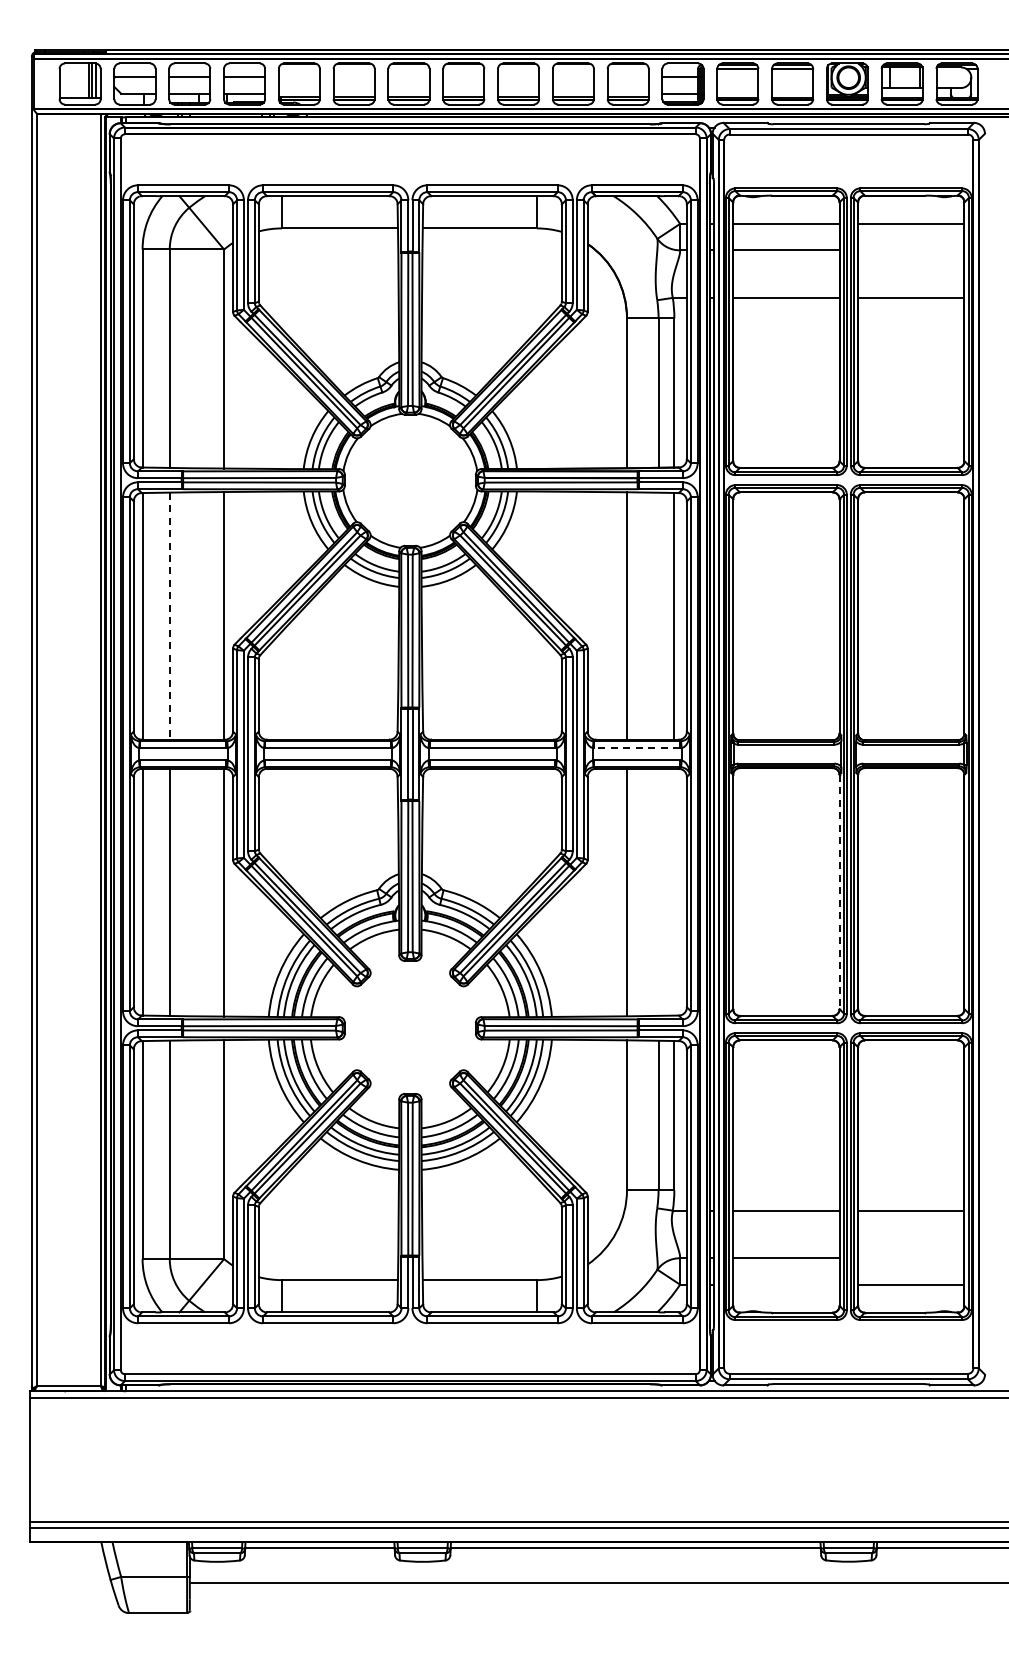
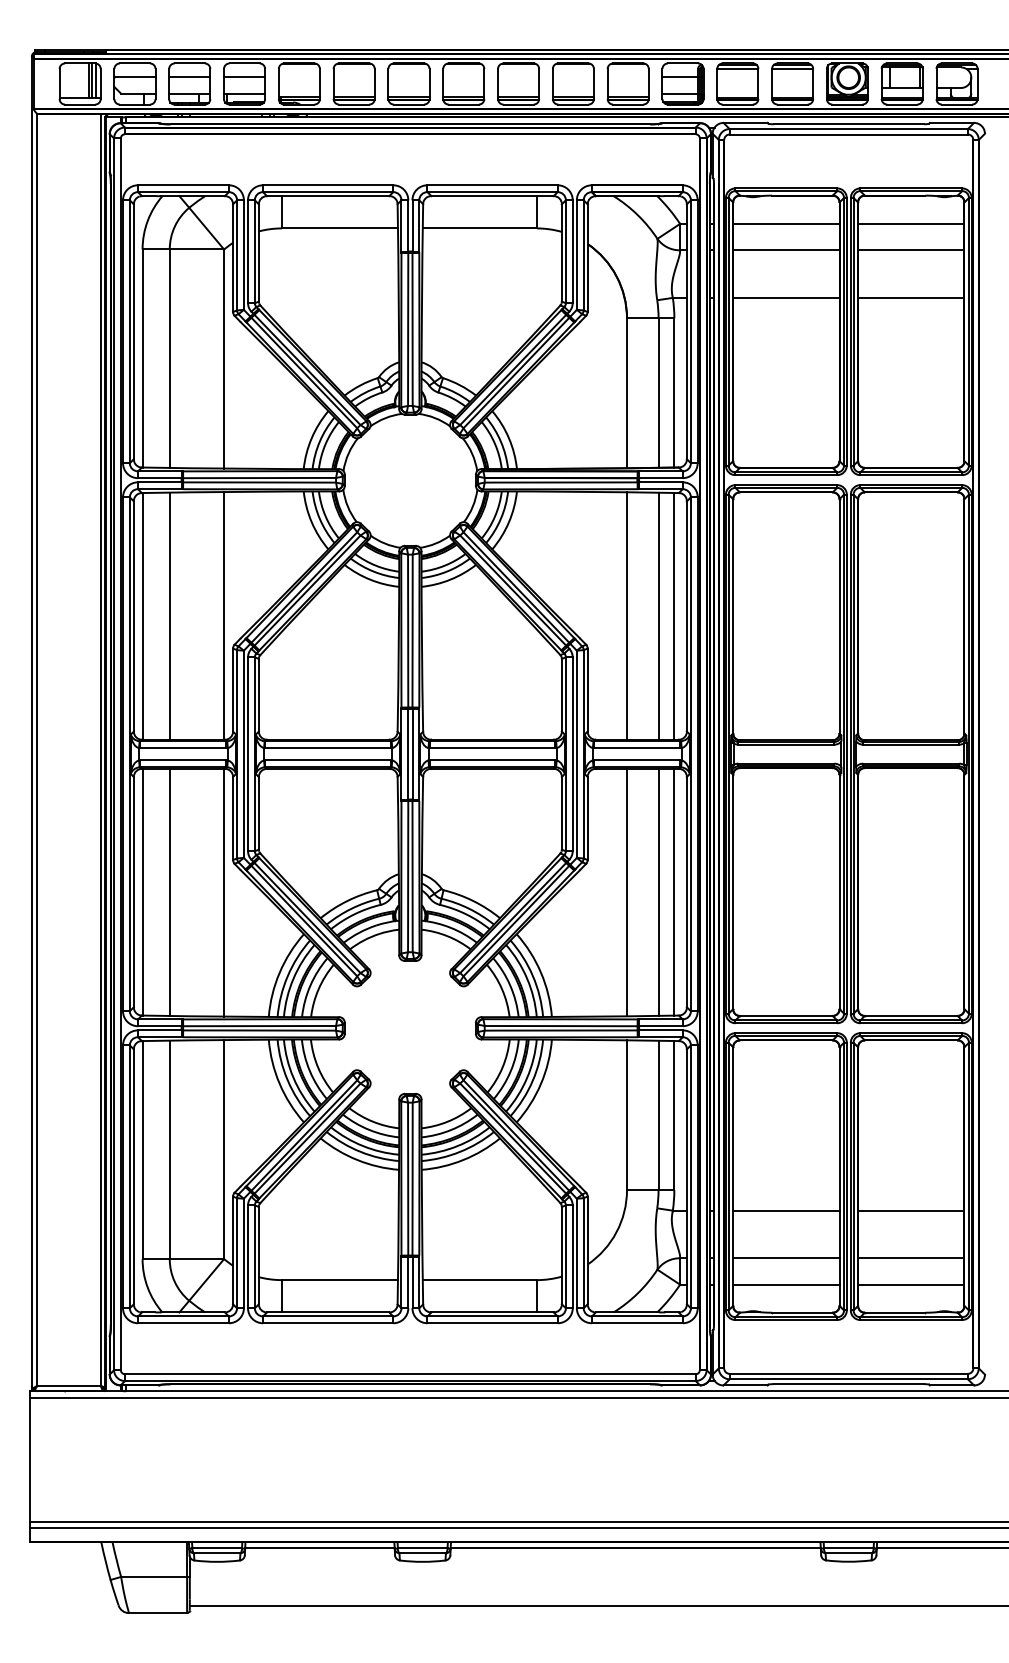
line at (911, 250): none -> present
line at (658, 615): none -> present
line at (169, 616): dashed -> solid
line at (637, 748): dashed -> solid
line at (658, 891): none -> present
line at (674, 891): none -> present
line at (839, 892): dashed -> solid
line at (911, 1258): none -> present
line at (786, 1284): none -> present
line at (597, 1583) position: (597, 1583) -> (597, 1606)
